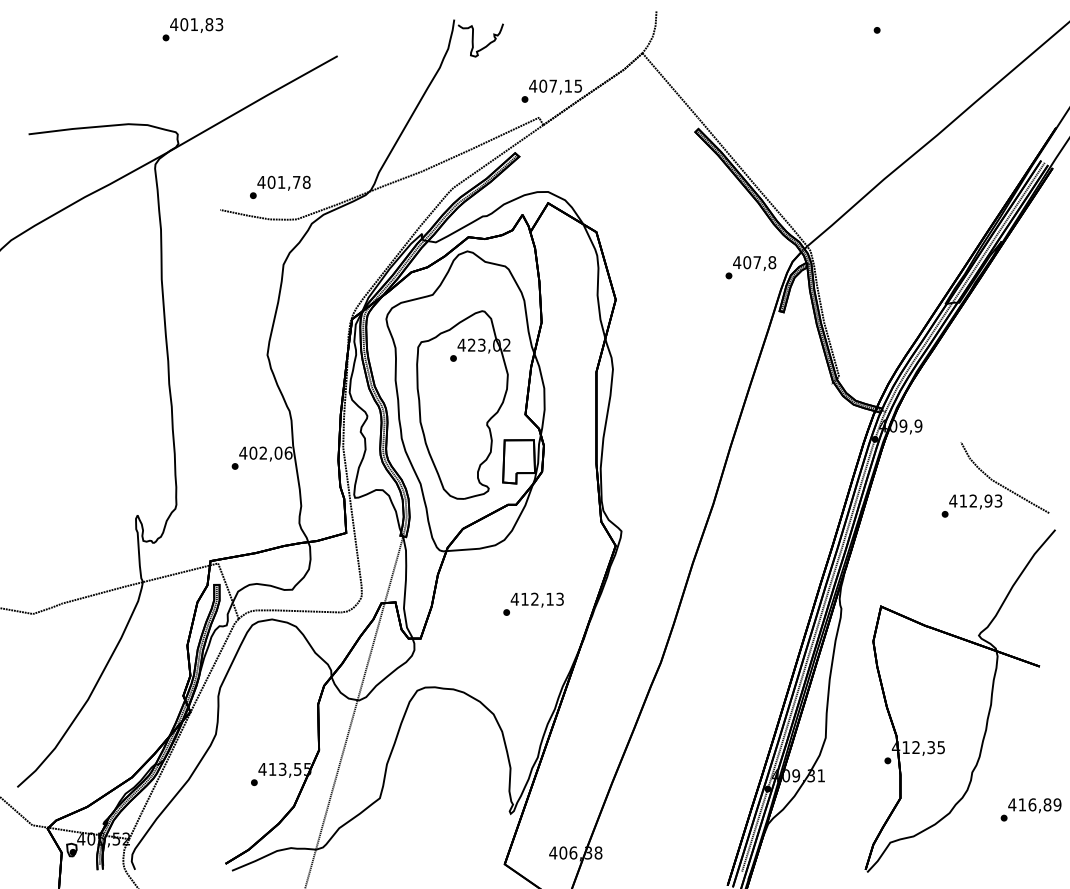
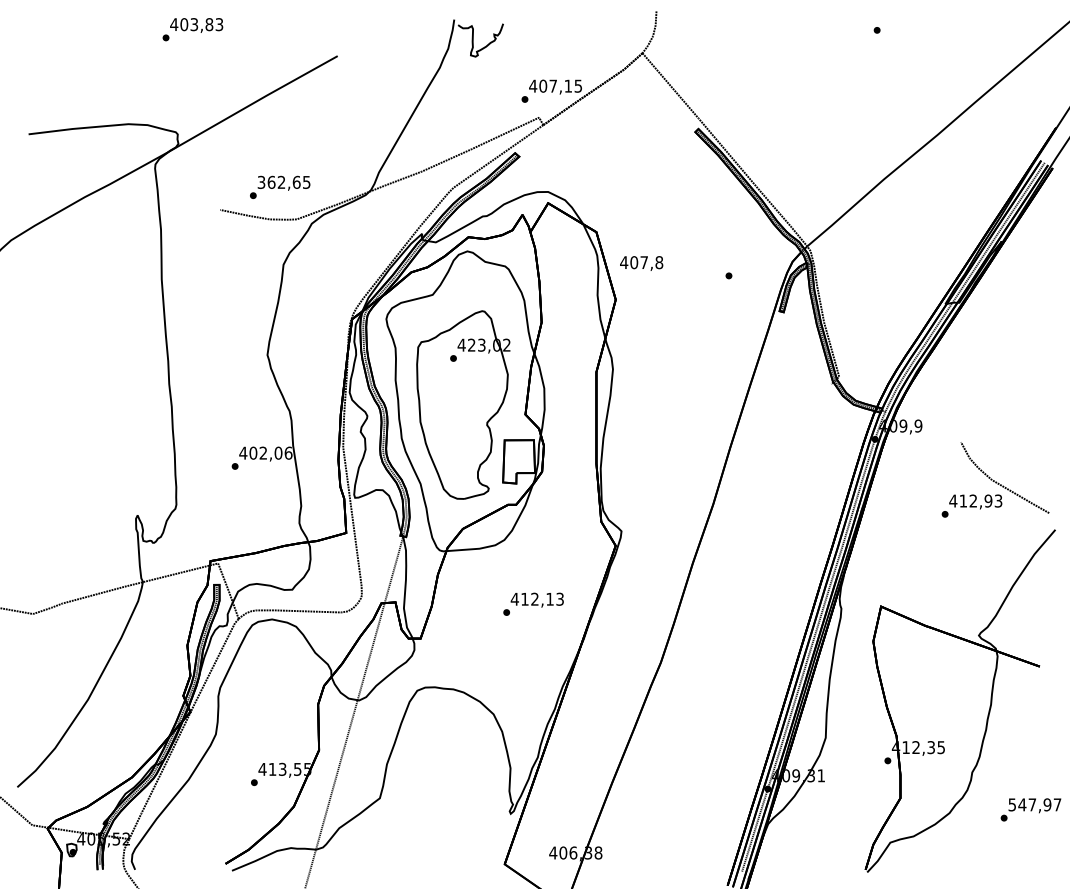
text at (194, 24): 401,83 -> 403,83
text at (283, 181): 401,78 -> 362,65
text at (754, 263) position: (754, 263) -> (641, 263)
text at (1034, 804): 416,89 -> 547,97
